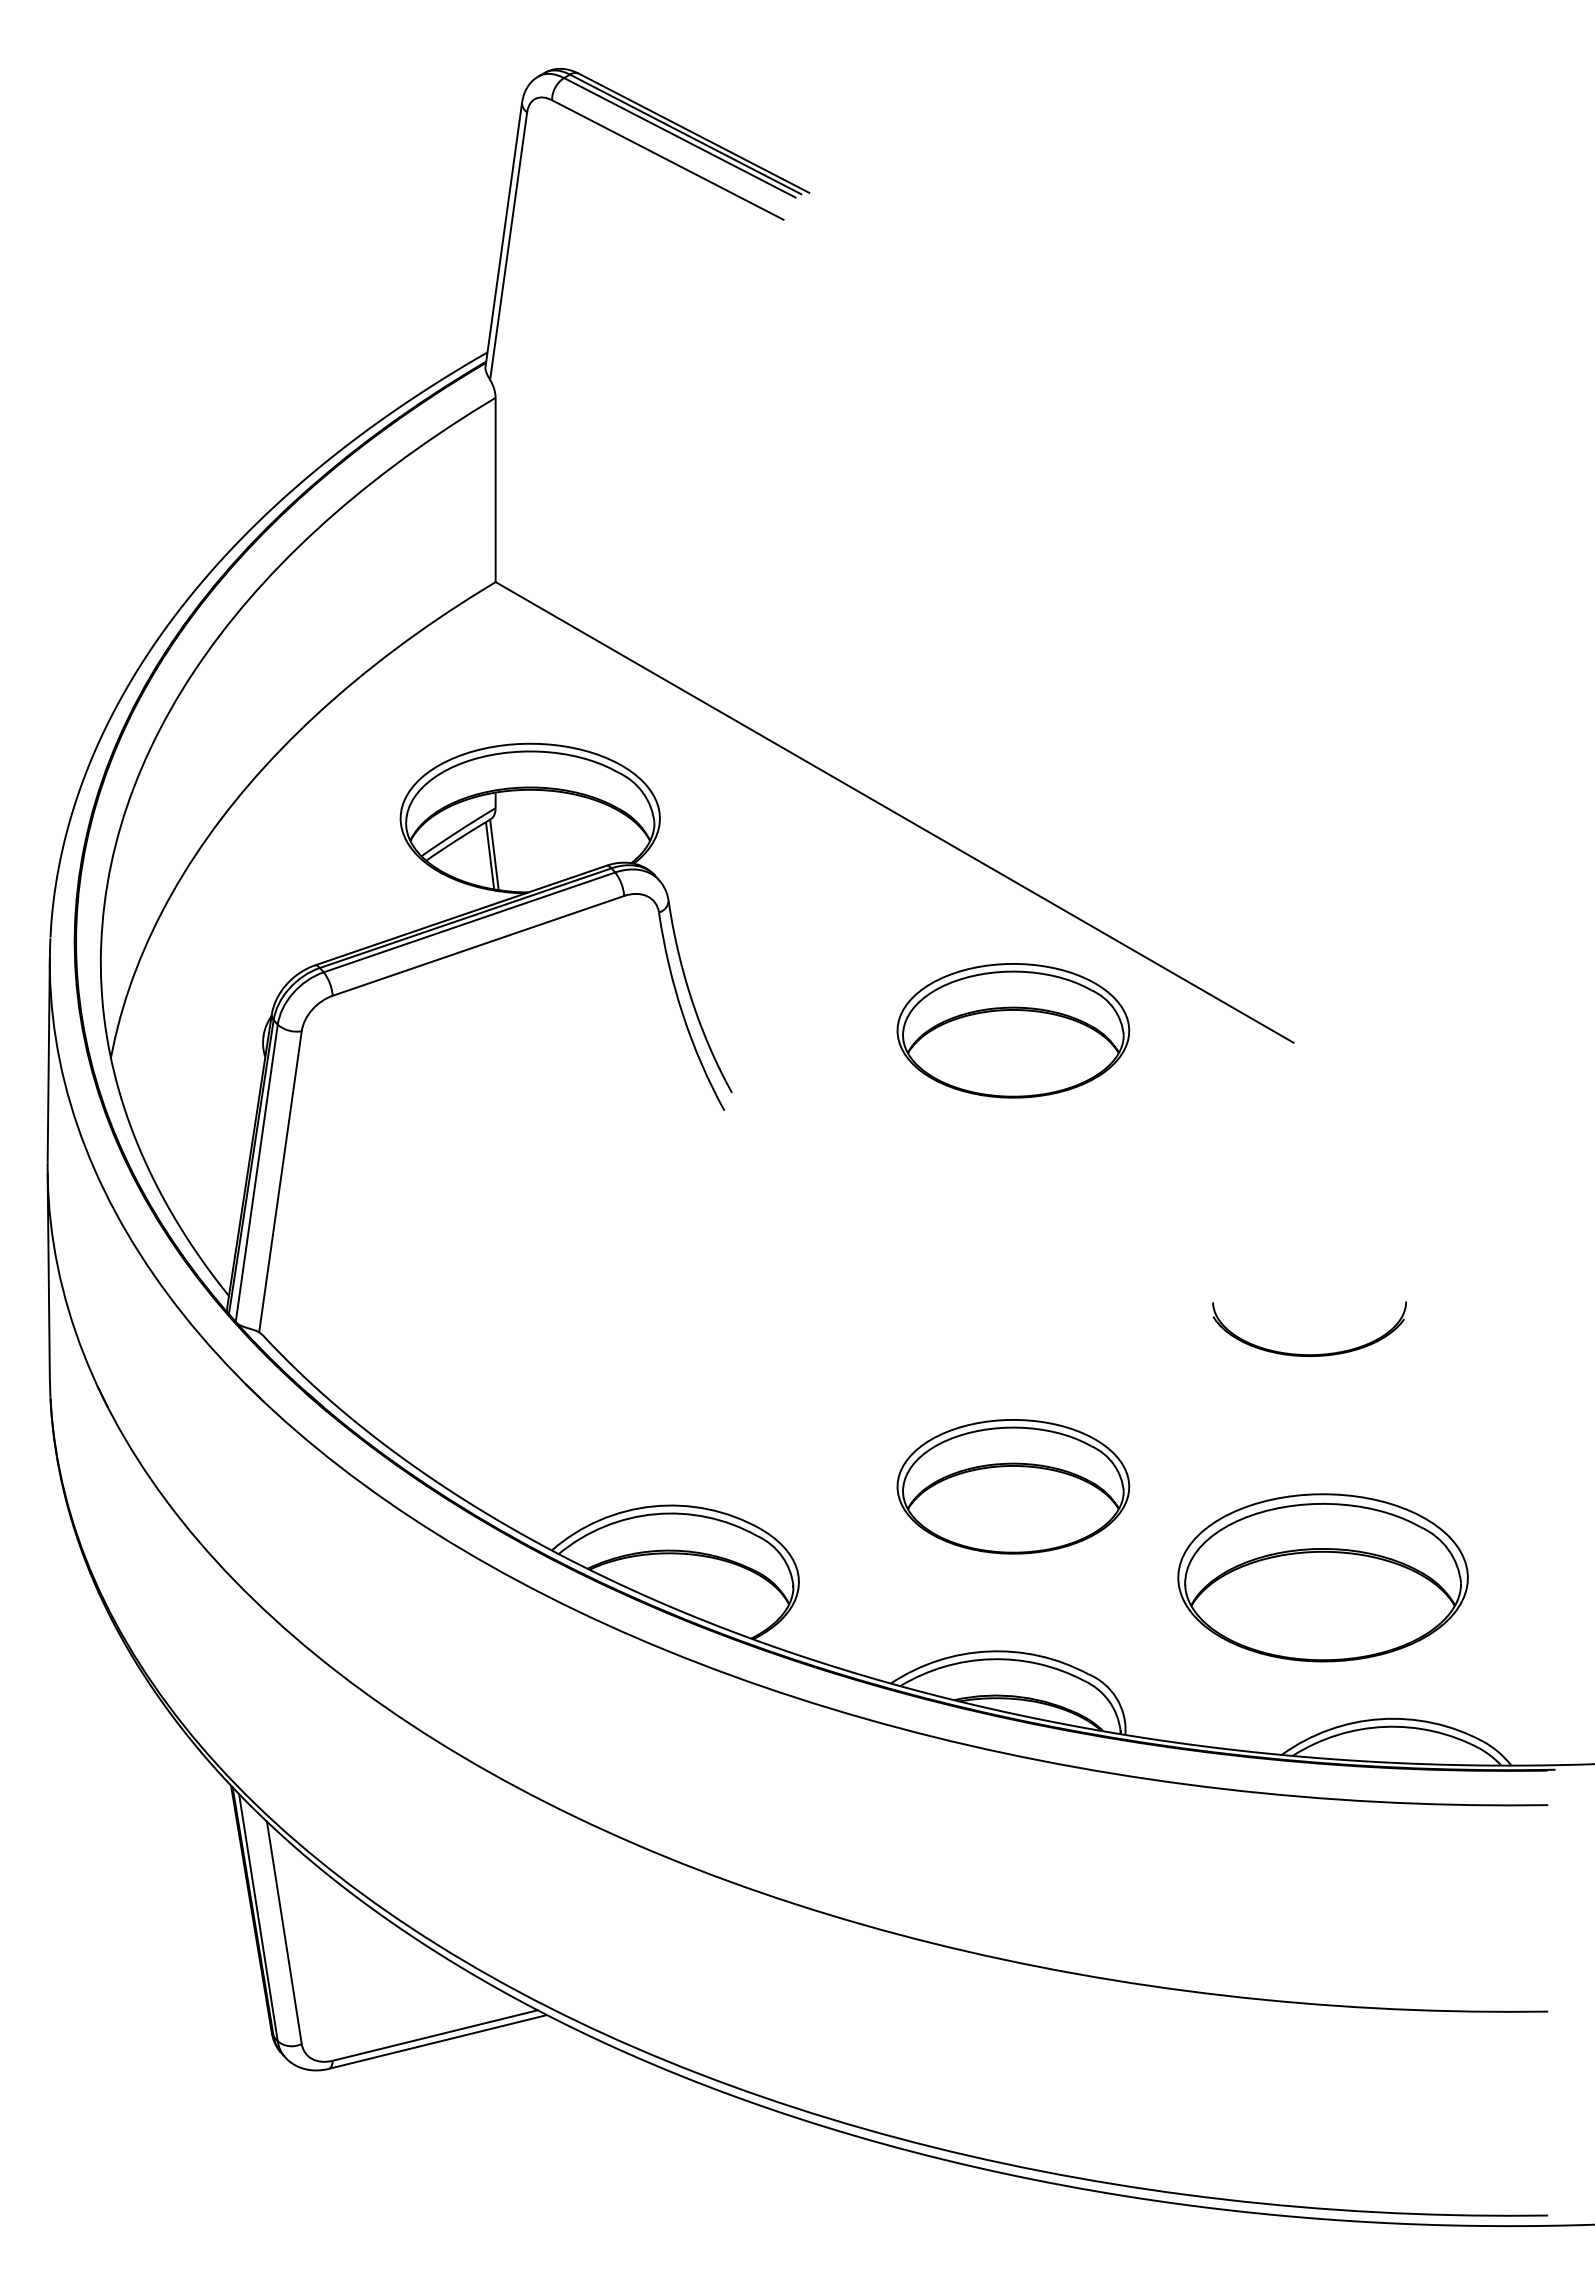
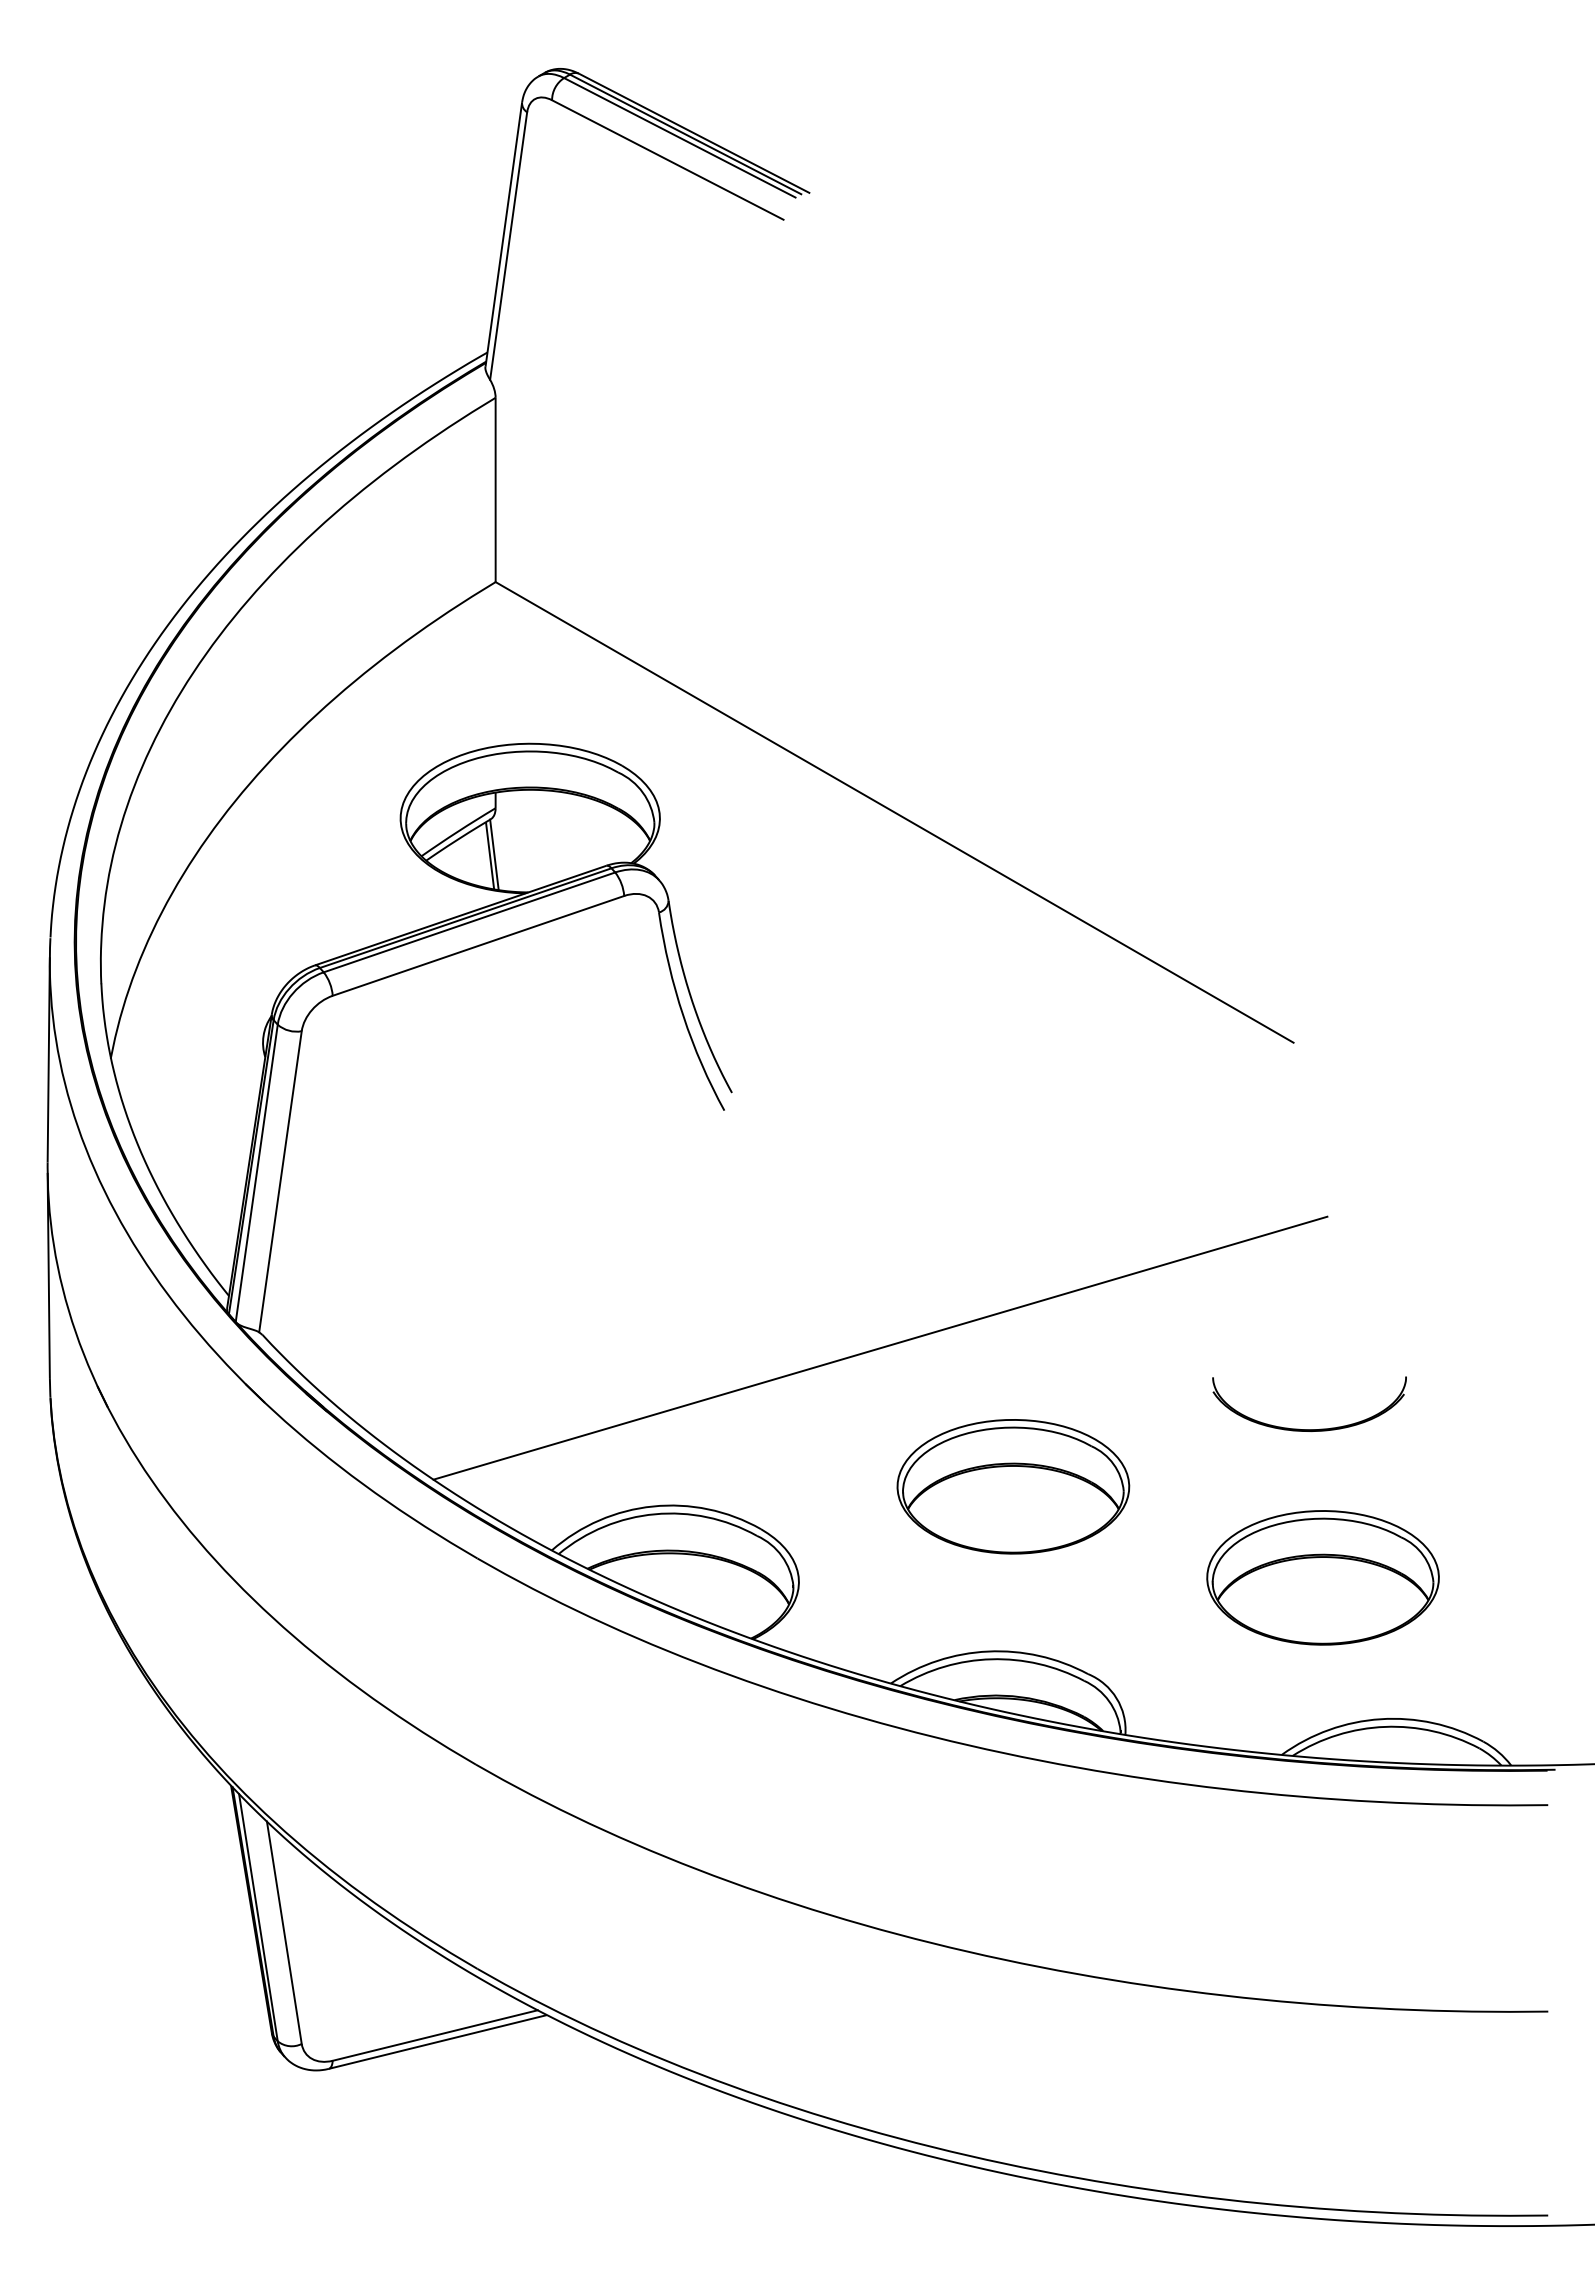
part at (1013, 1030): present -> none
line at (880, 1347): none -> present
part at (1309, 1354) position: (1309, 1354) -> (1309, 1429)
part at (1322, 1577) size: 292x170 px -> 234x136 px
